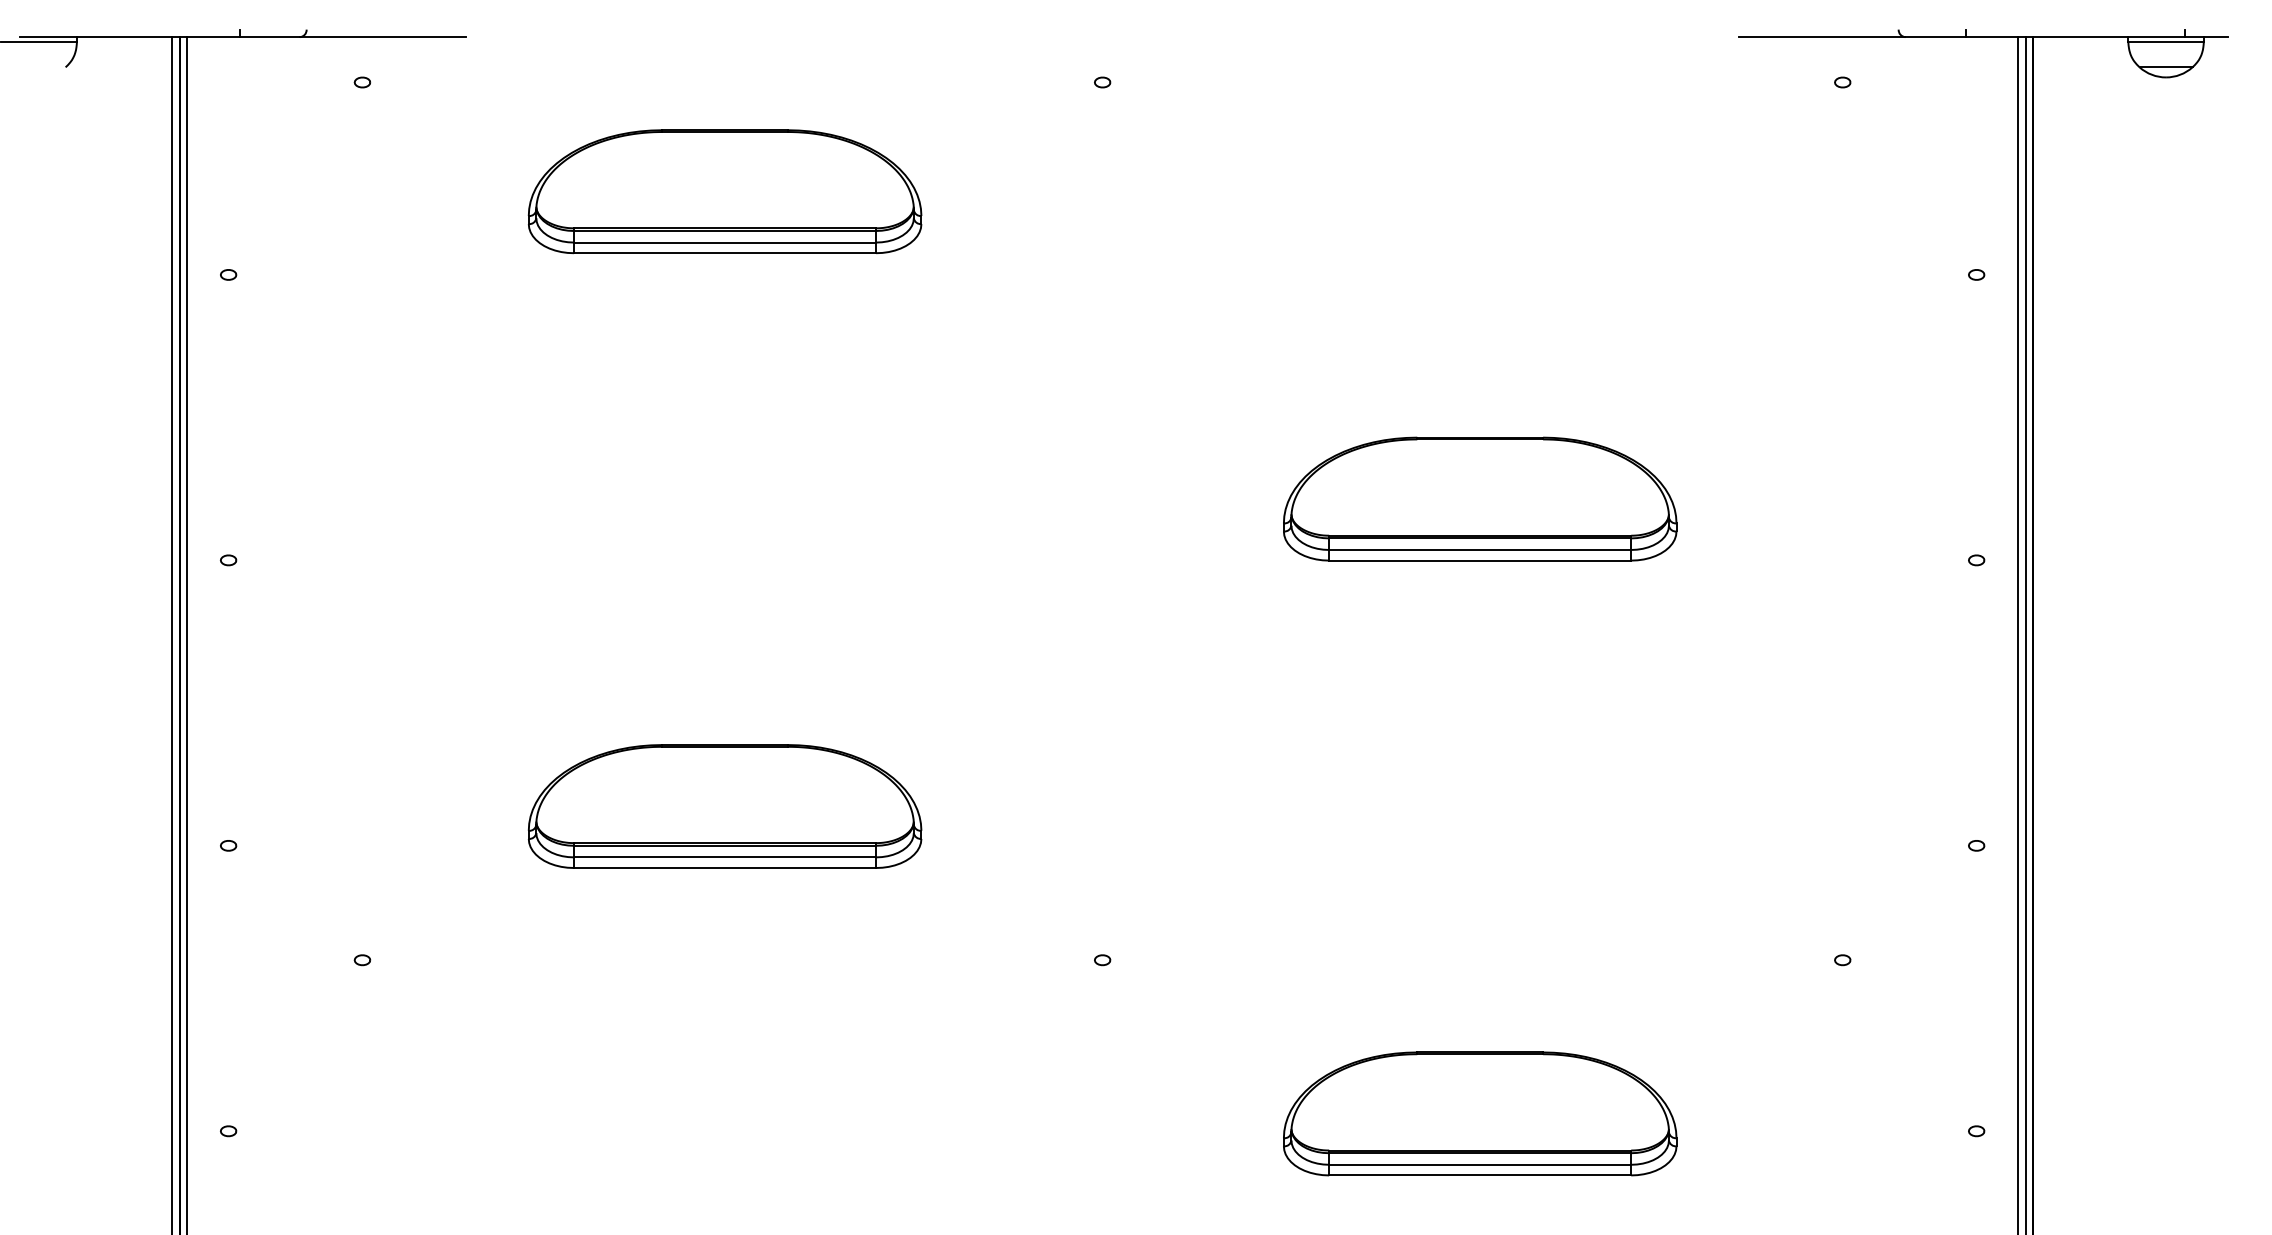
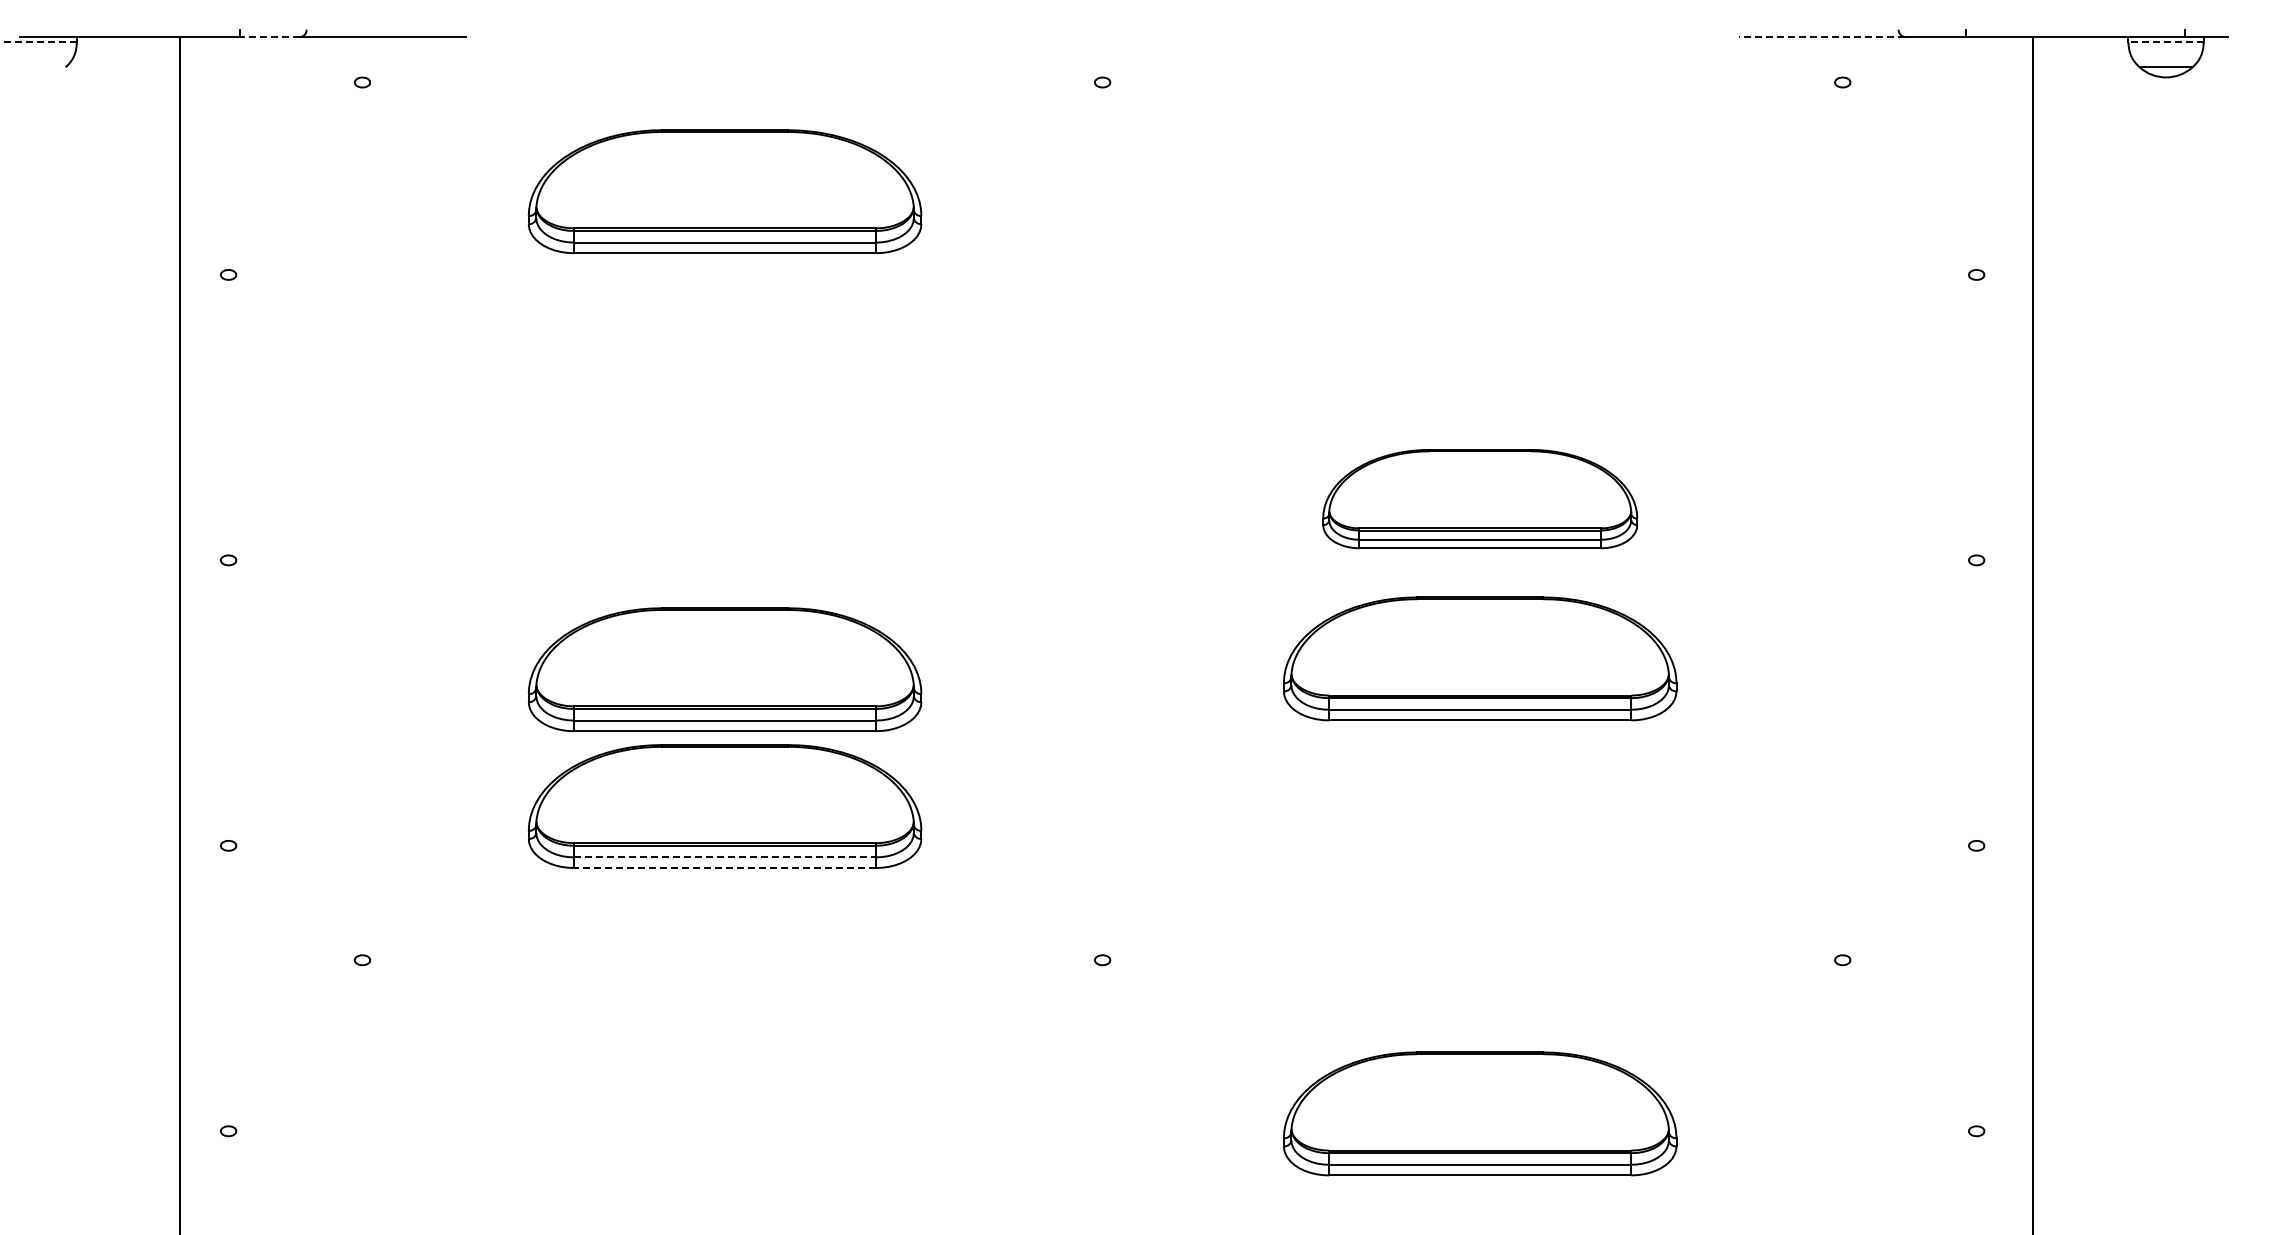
line at (269, 37): solid -> dashed
line at (1822, 37): solid -> dashed
line at (39, 42): solid -> dashed
line at (2166, 42): solid -> dashed
part at (1480, 498) size: 395x126 px -> 317x101 px
line at (171, 634): present -> none
line at (187, 634): present -> none
line at (2018, 634): present -> none
line at (2025, 634): present -> none
part at (1480, 658): none -> present
part at (724, 669): none -> present
line at (725, 857): solid -> dashed
line at (724, 868): solid -> dashed
